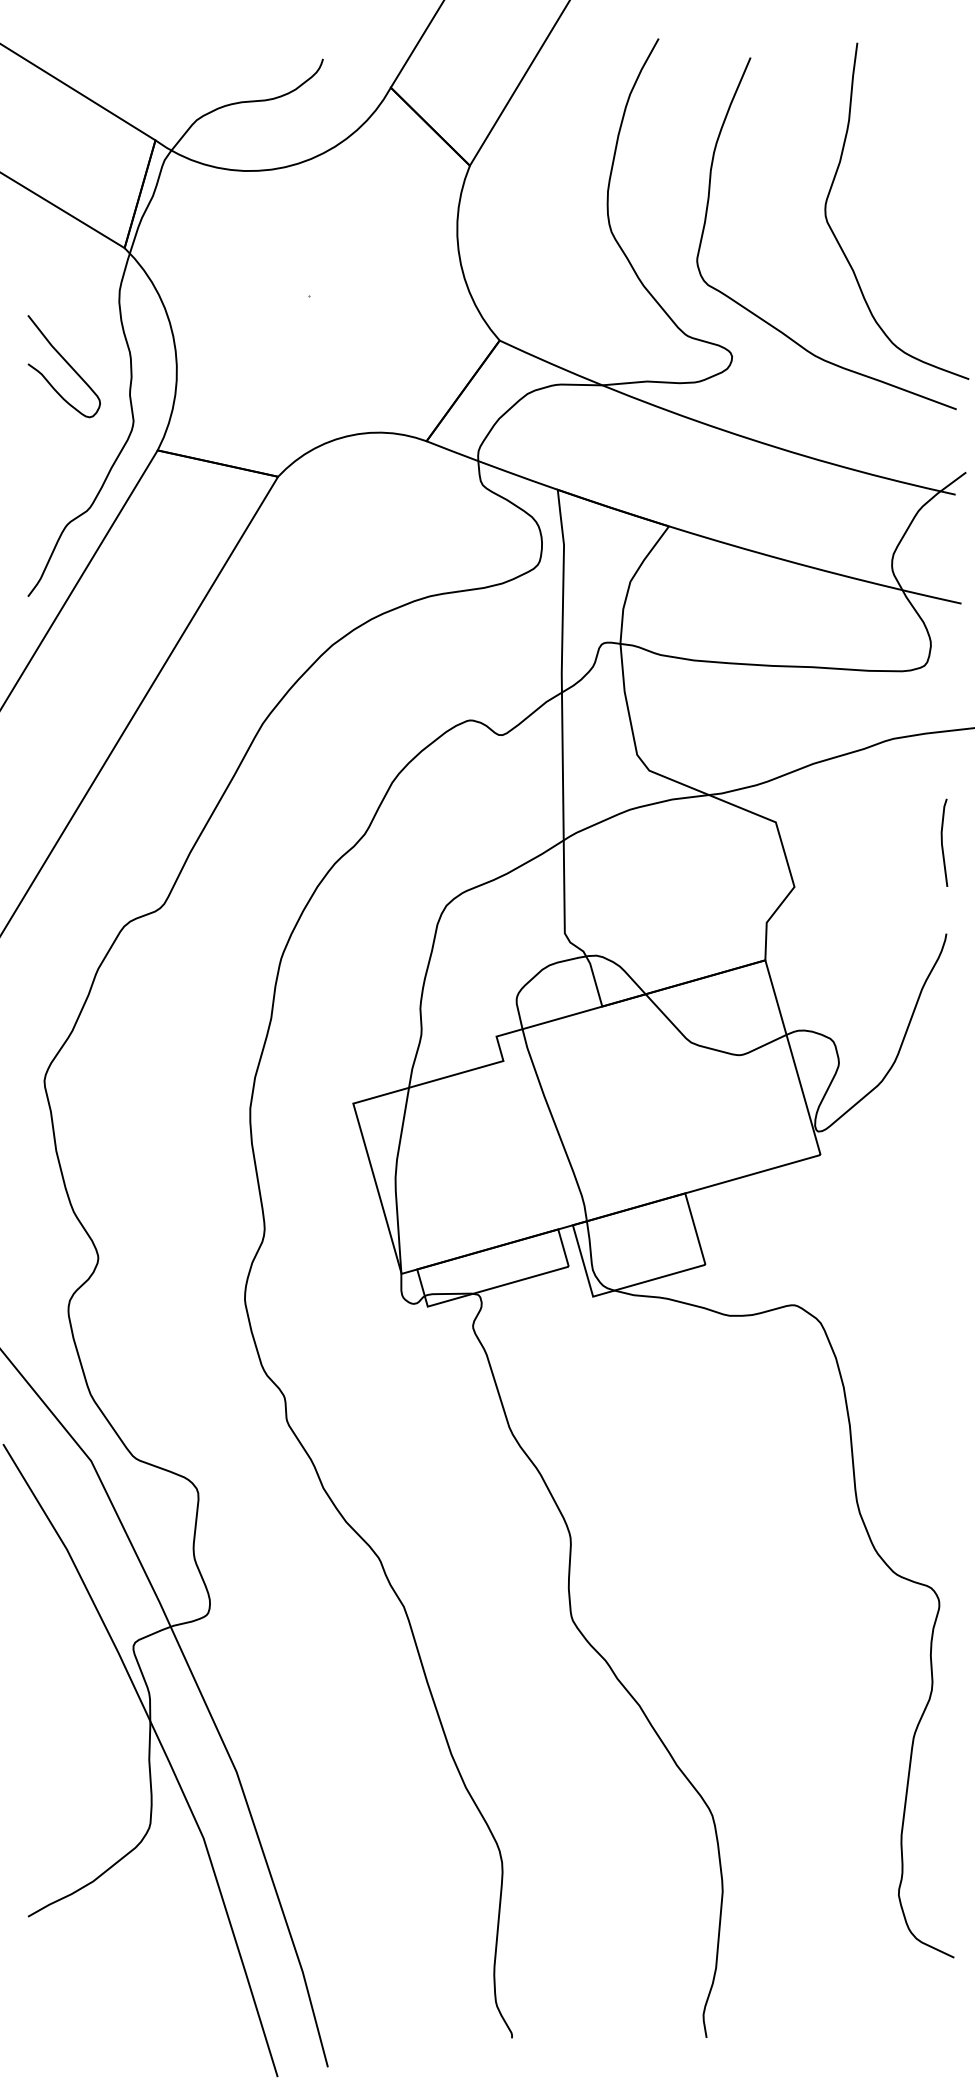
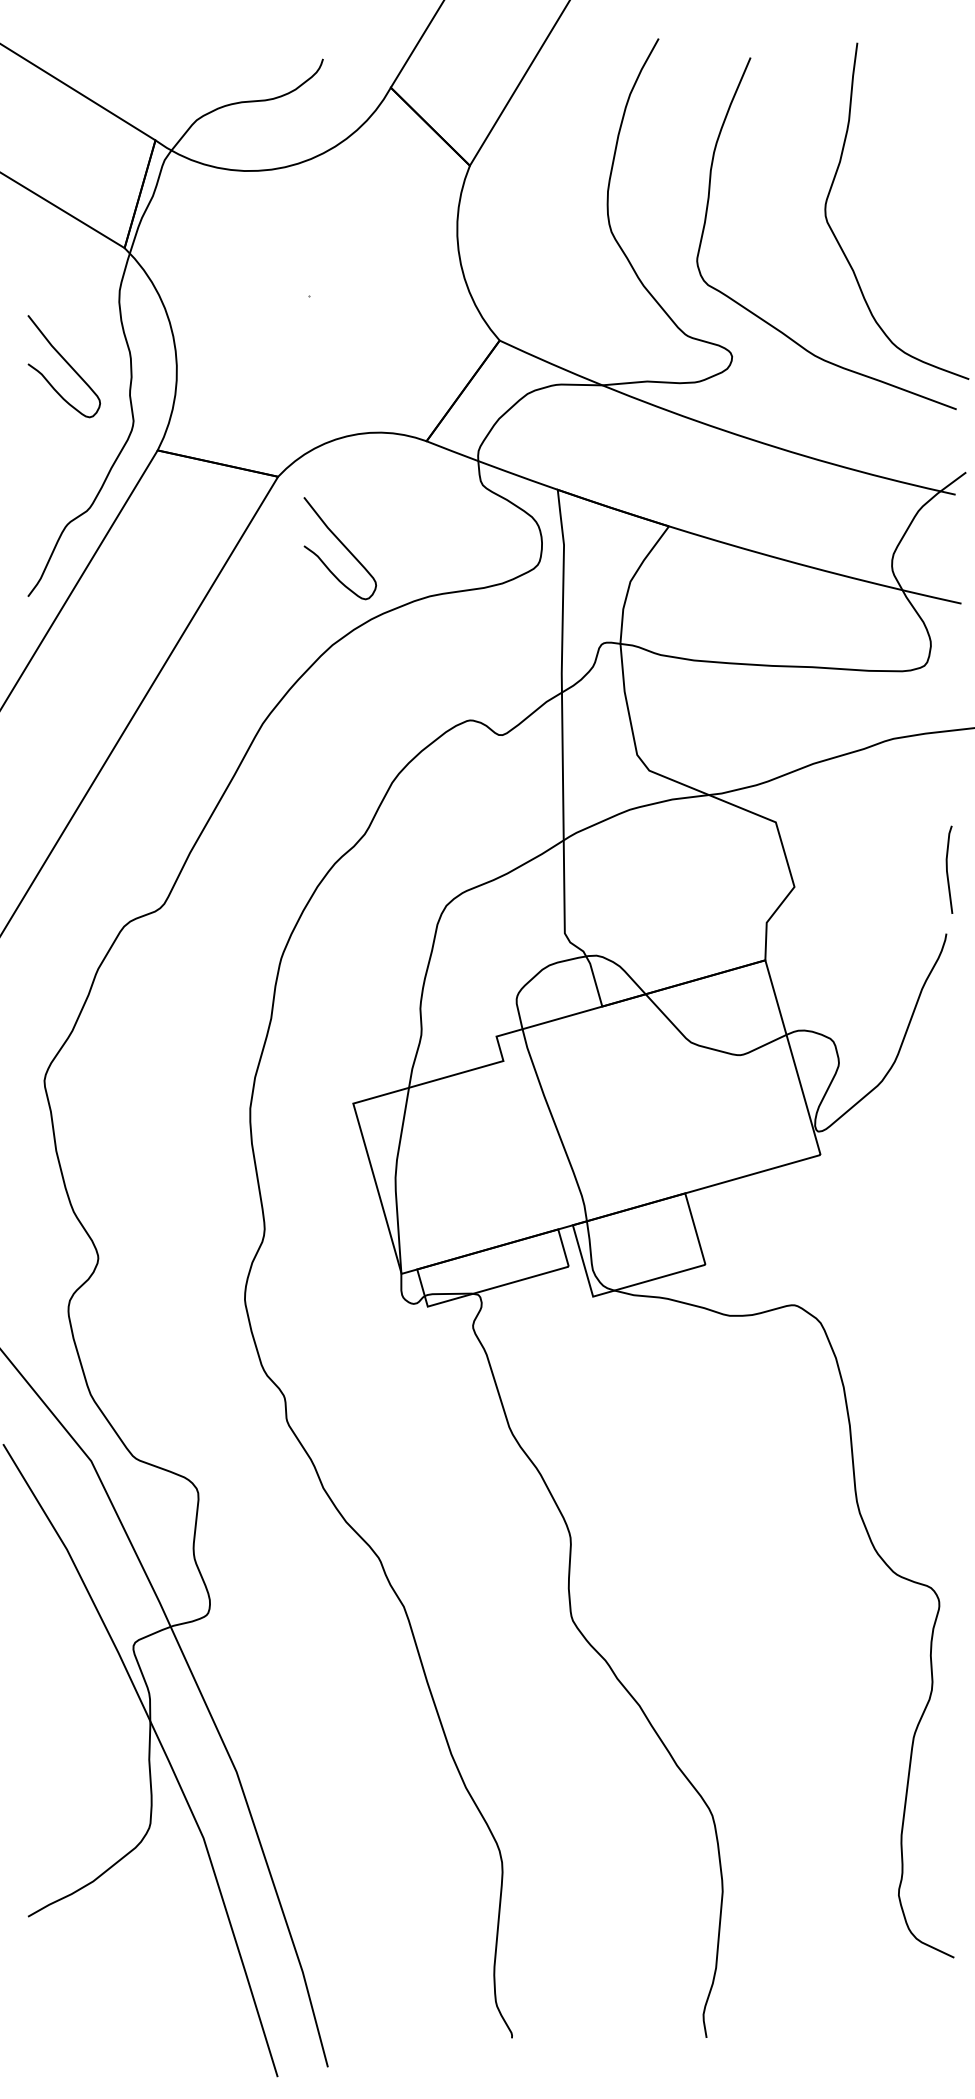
curve at (342, 545): none -> present
line at (942, 842) position: (942, 842) -> (947, 869)
